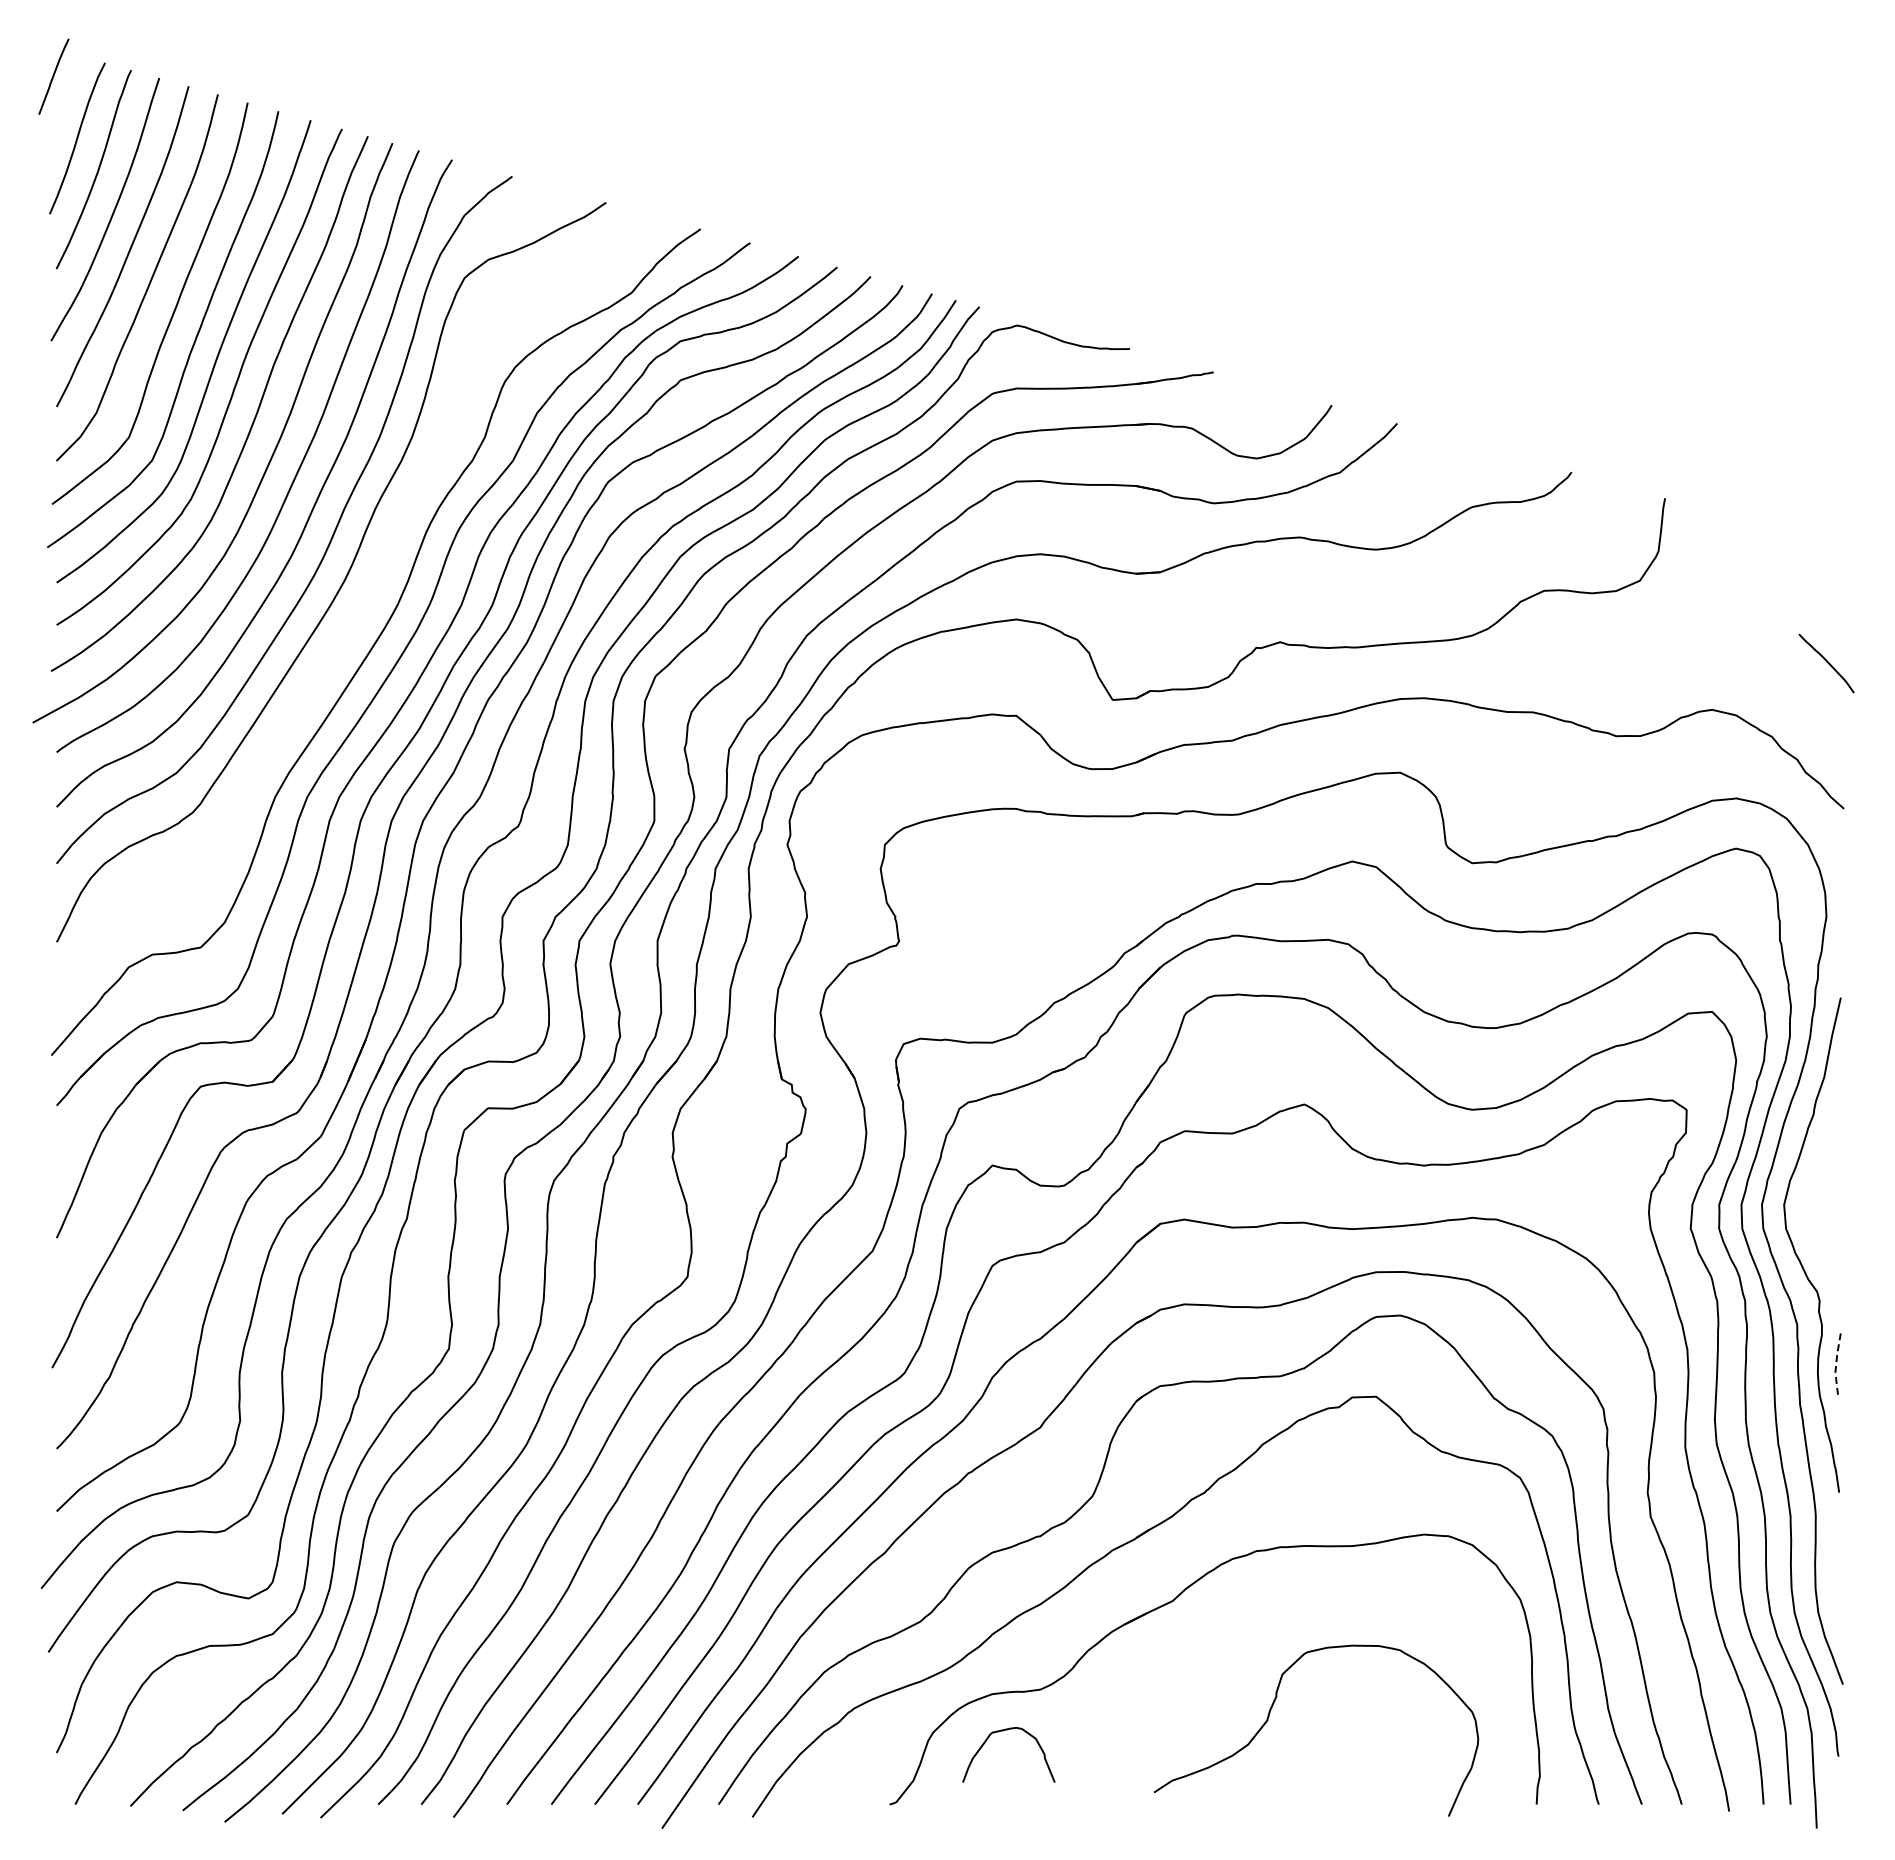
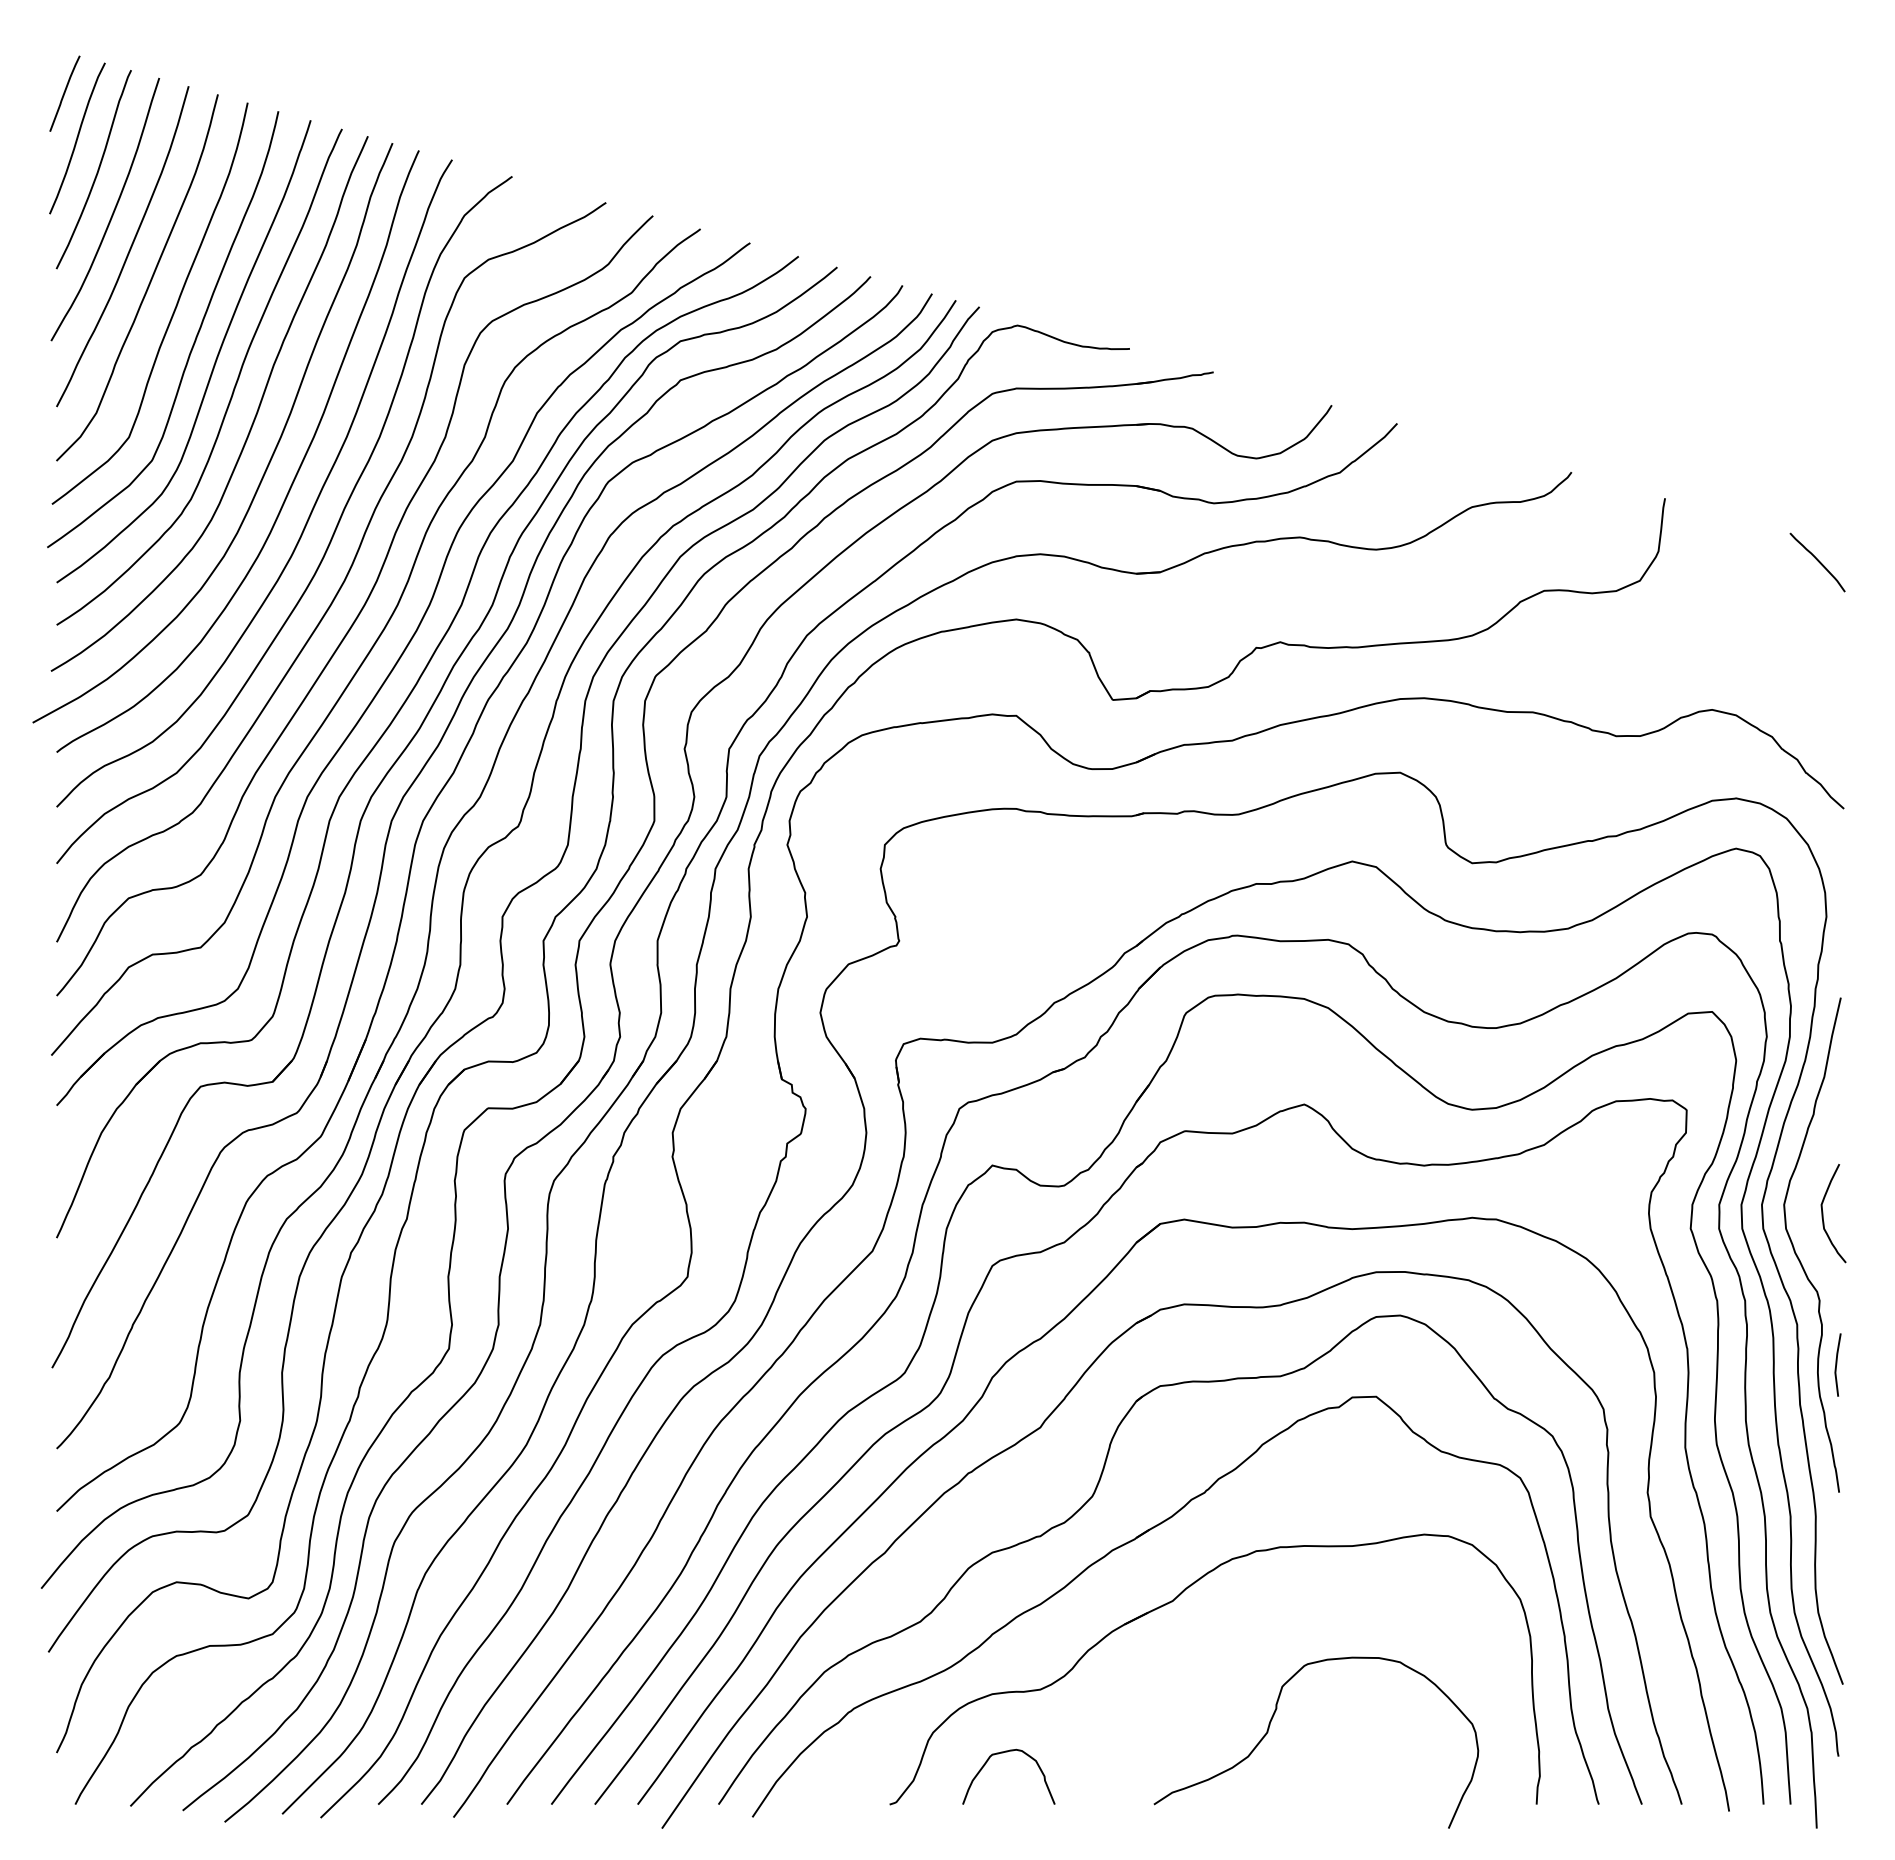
curve at (53, 76) position: (53, 76) -> (64, 93)
curve at (360, 609): none -> present
curve at (1826, 662) position: (1826, 662) -> (1817, 561)
curve at (1823, 1213): none -> present
line at (1836, 1365): dashed -> solid
curve at (1269, 1717) position: (1269, 1717) -> (1269, 1729)
curve at (1003, 1731) position: (1003, 1731) -> (1003, 1753)
